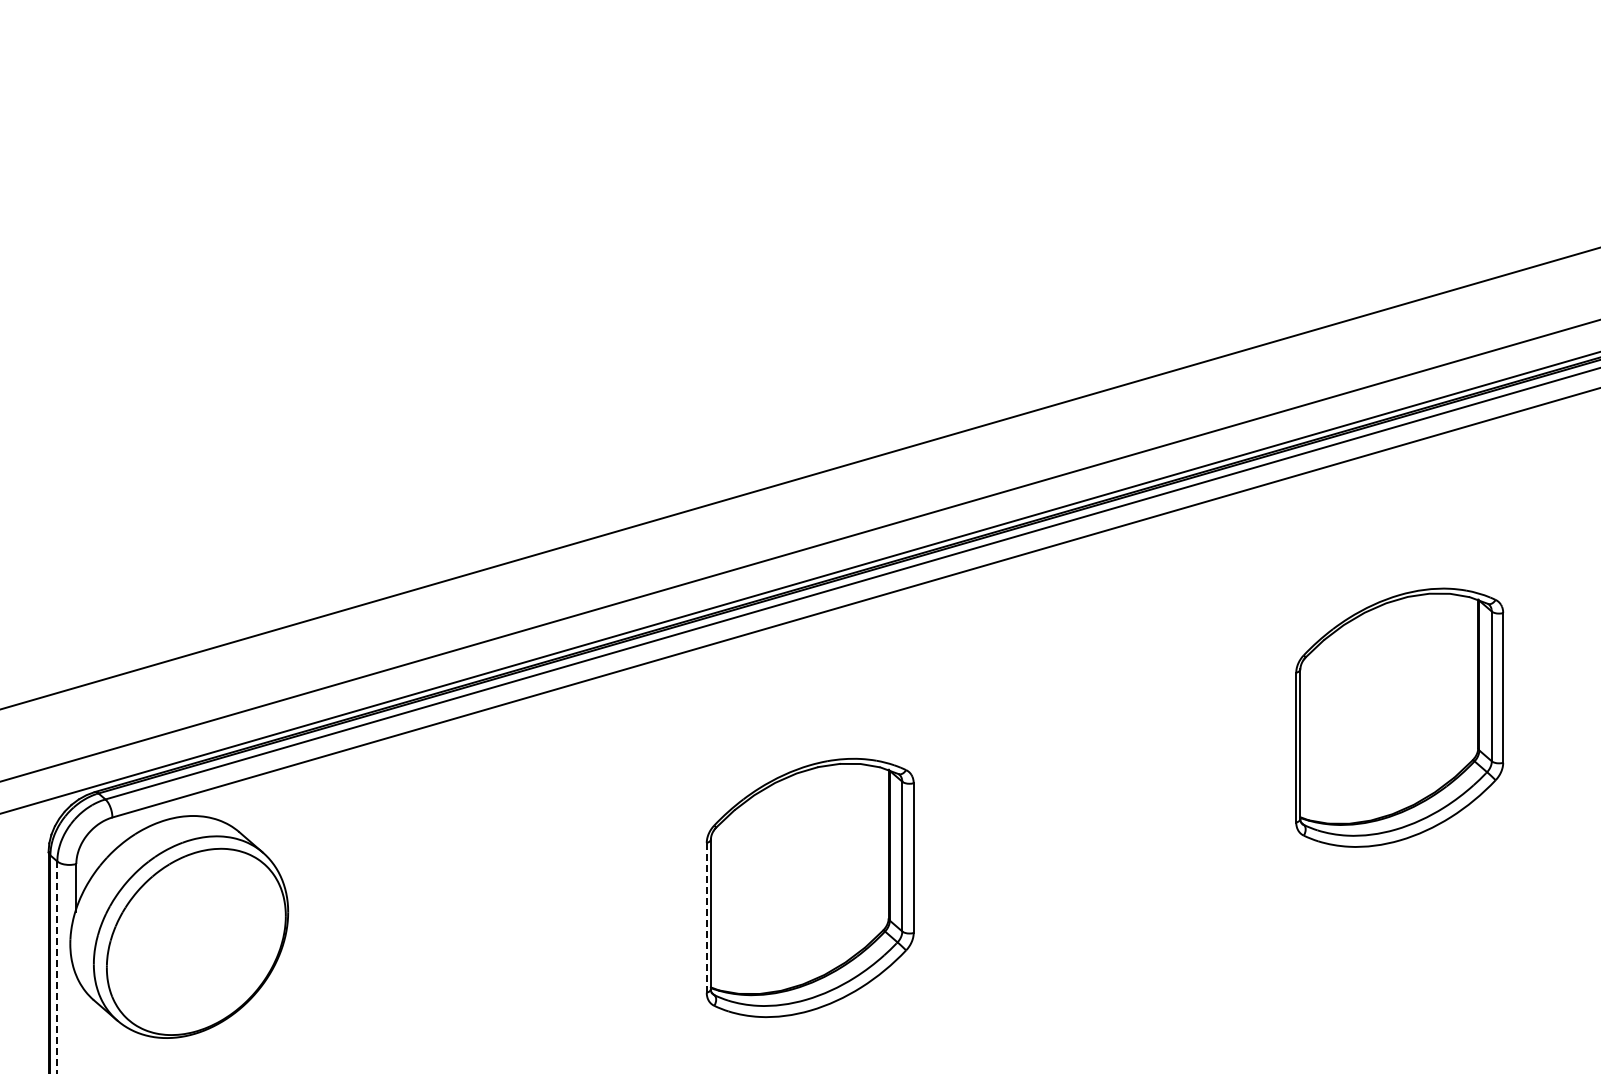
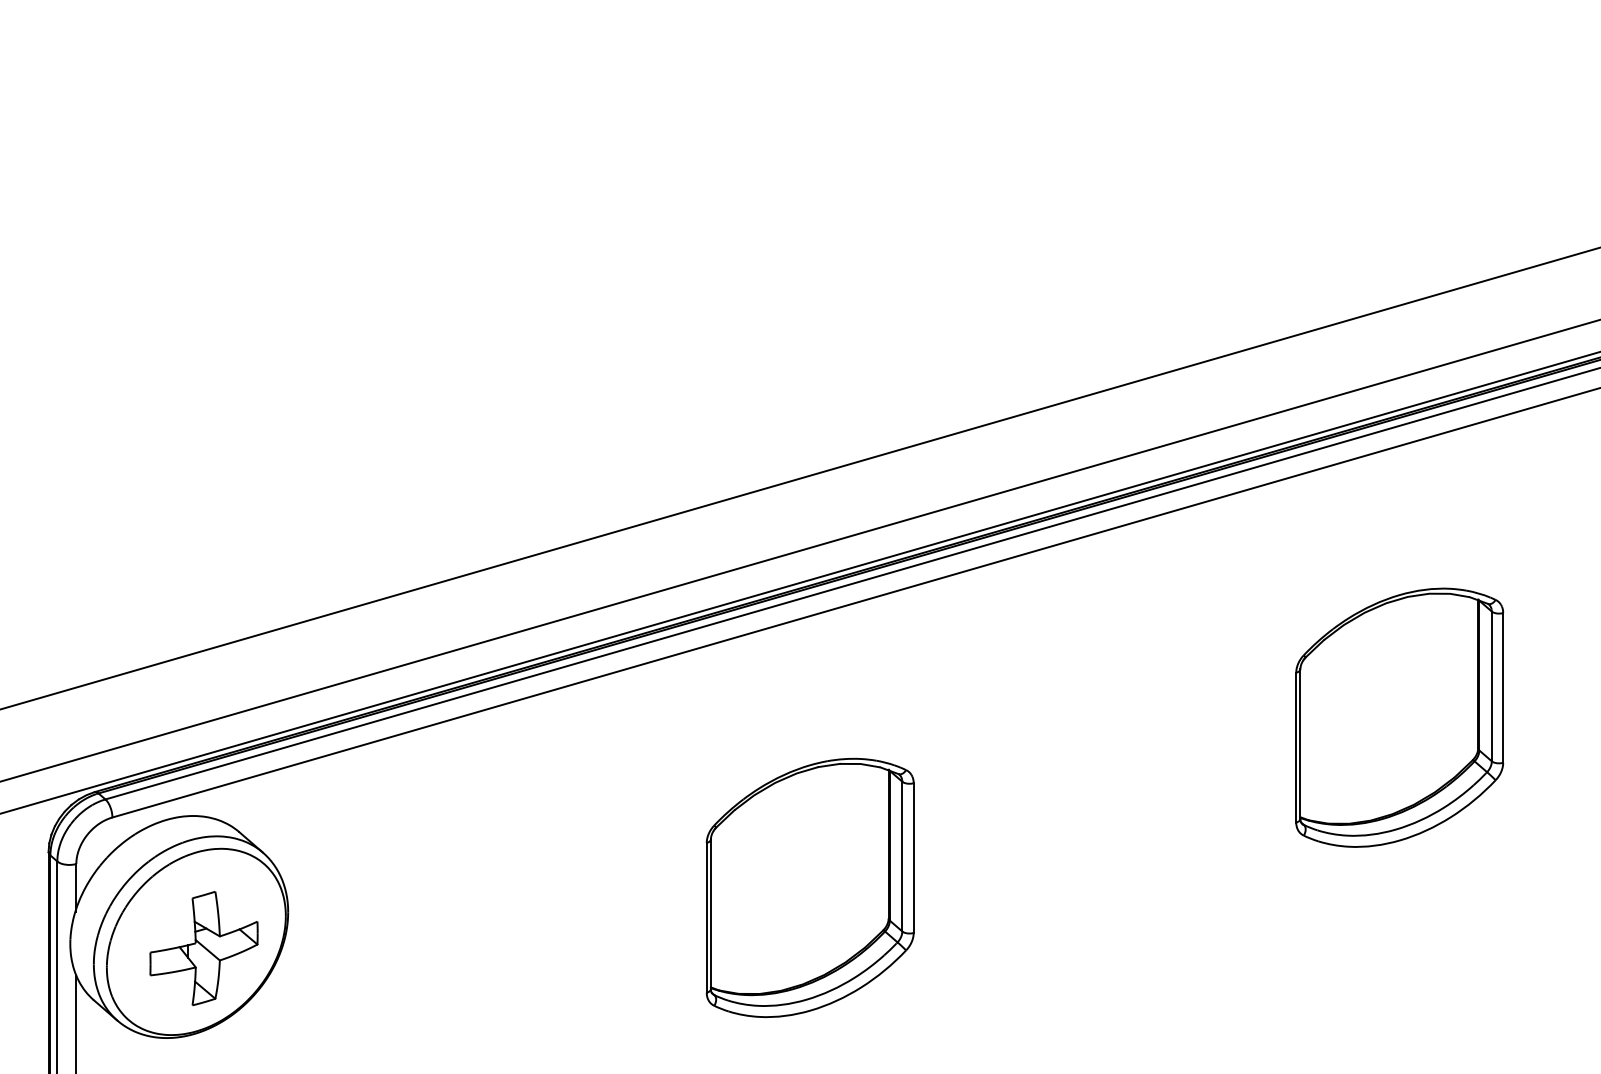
line at (706, 917): dashed -> solid
part at (203, 948): none -> present
line at (57, 967): dashed -> solid
line at (76, 1022): none -> present
